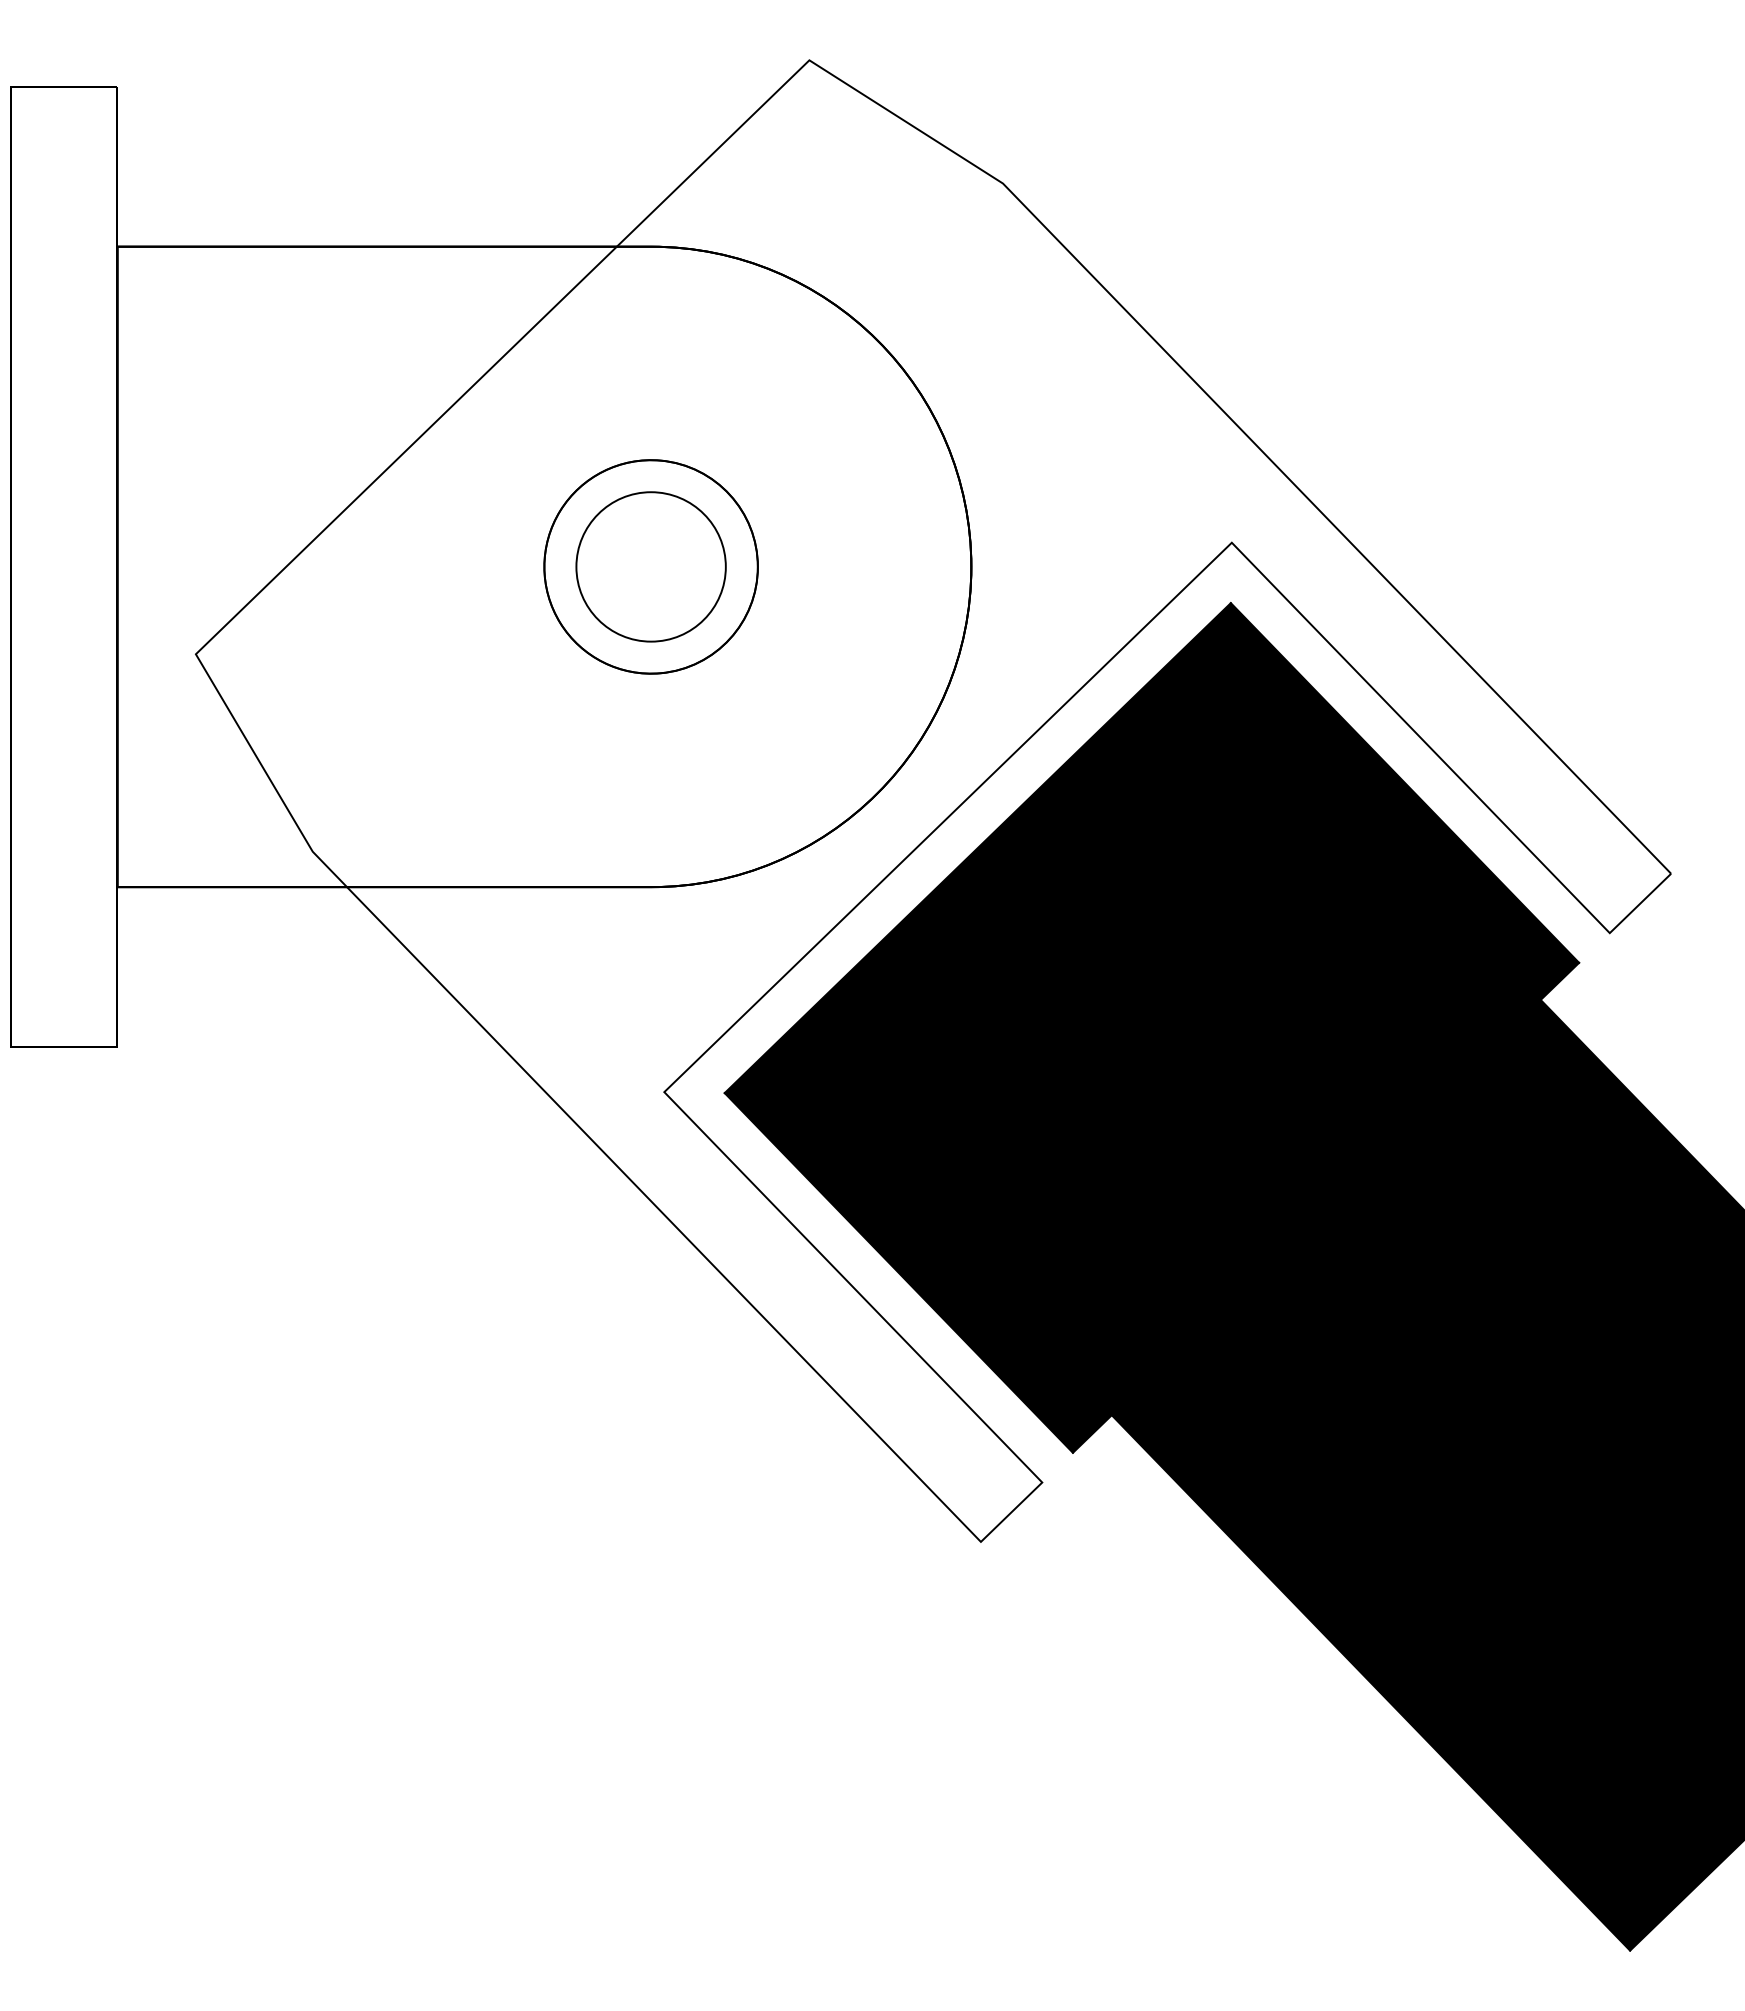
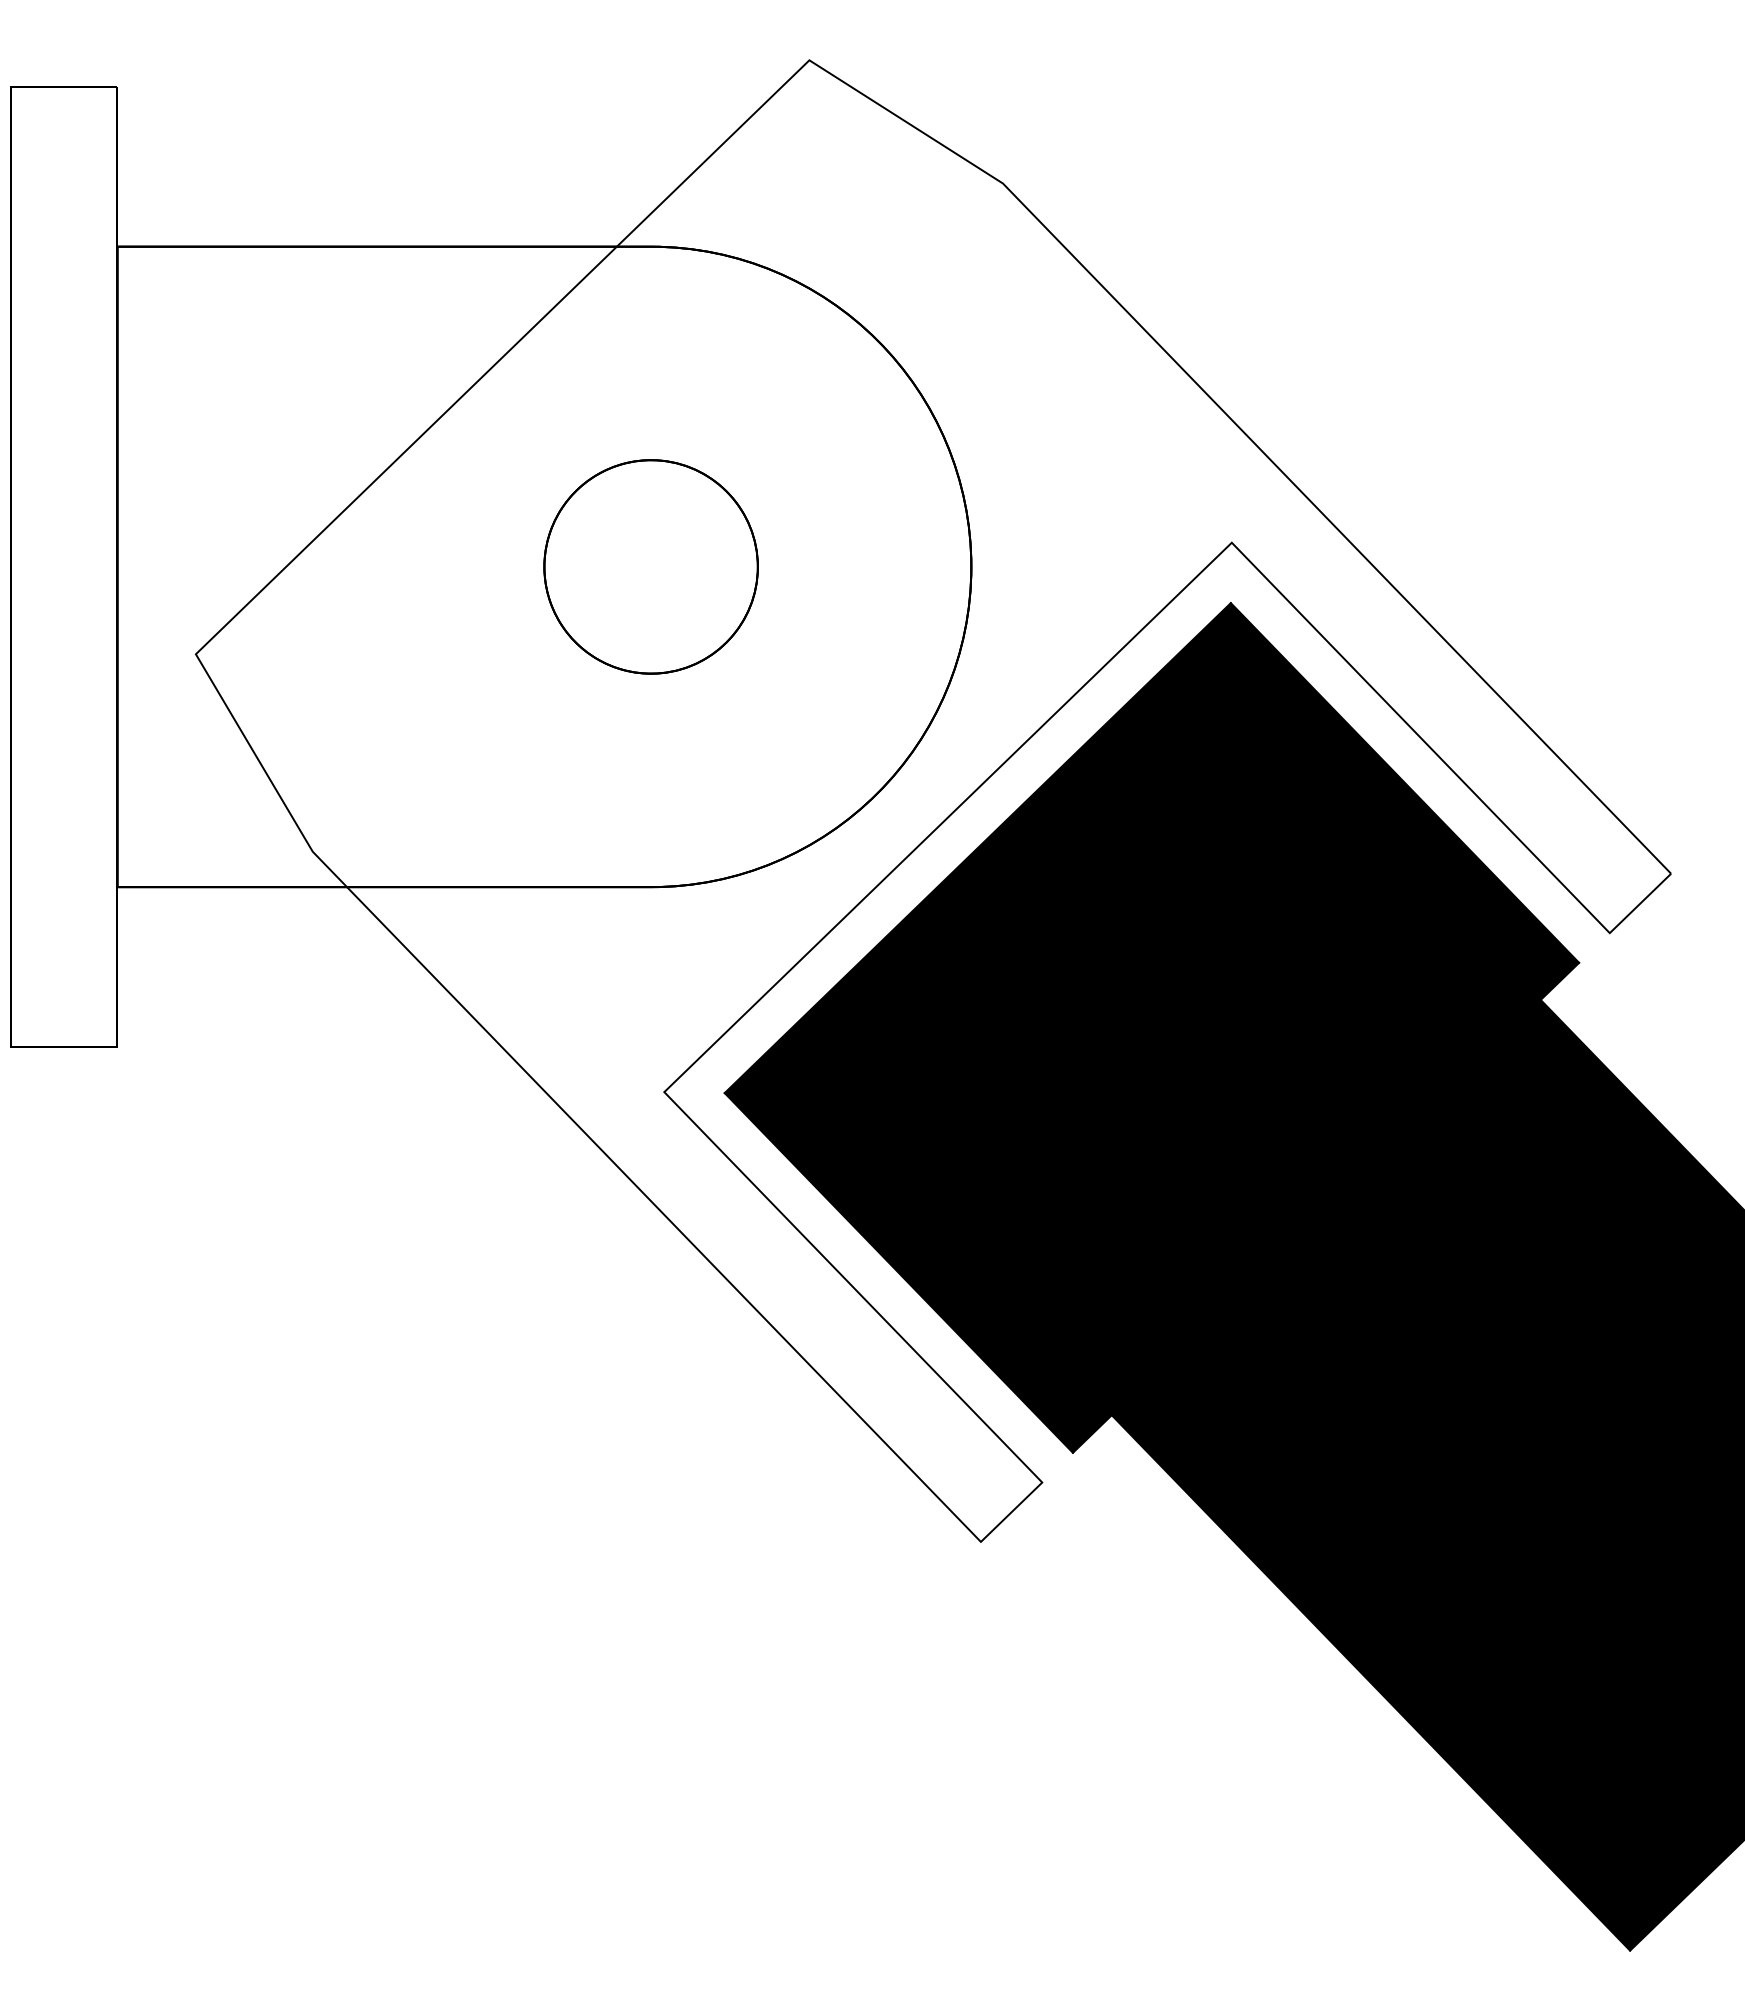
circle at (650, 566) diameter: 149 px -> 213 px
